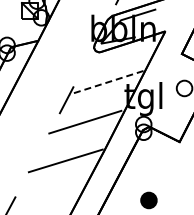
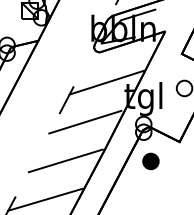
line at (106, 82): dashed -> solid
line at (45, 199): none -> present
part at (148, 200) position: (148, 200) -> (150, 161)
